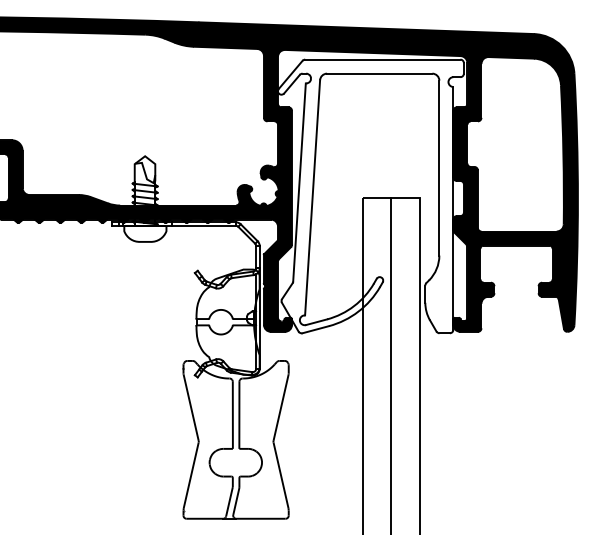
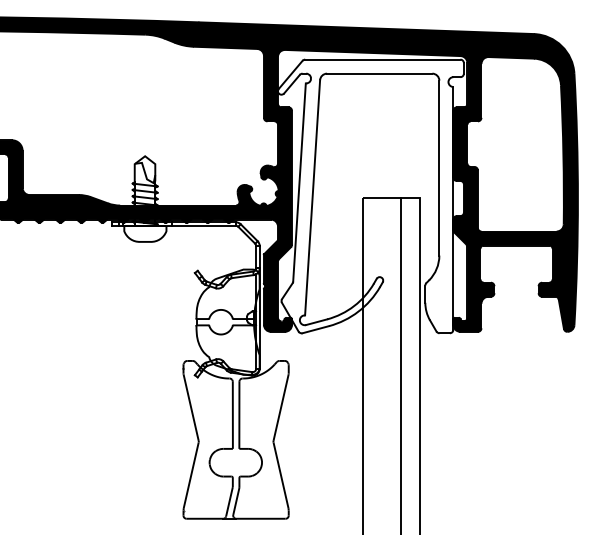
line at (391, 364) position: (391, 364) -> (401, 364)
